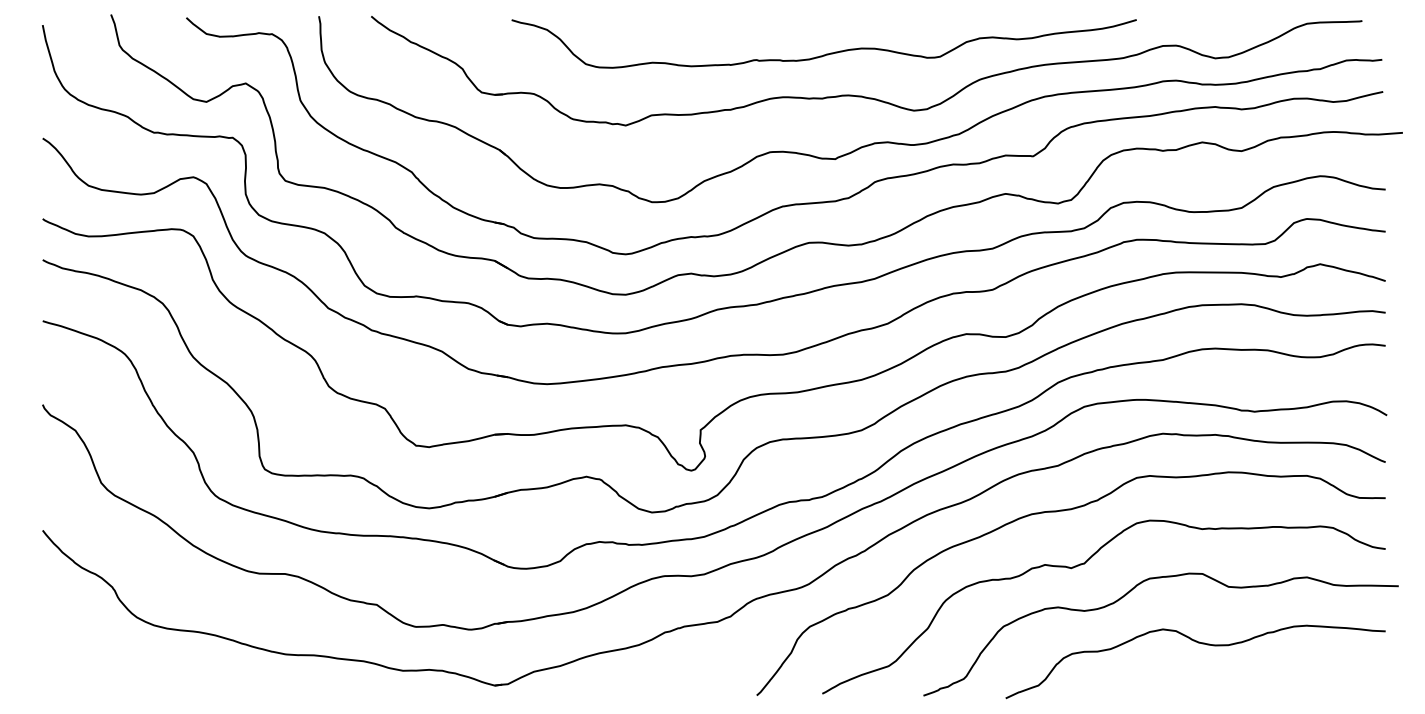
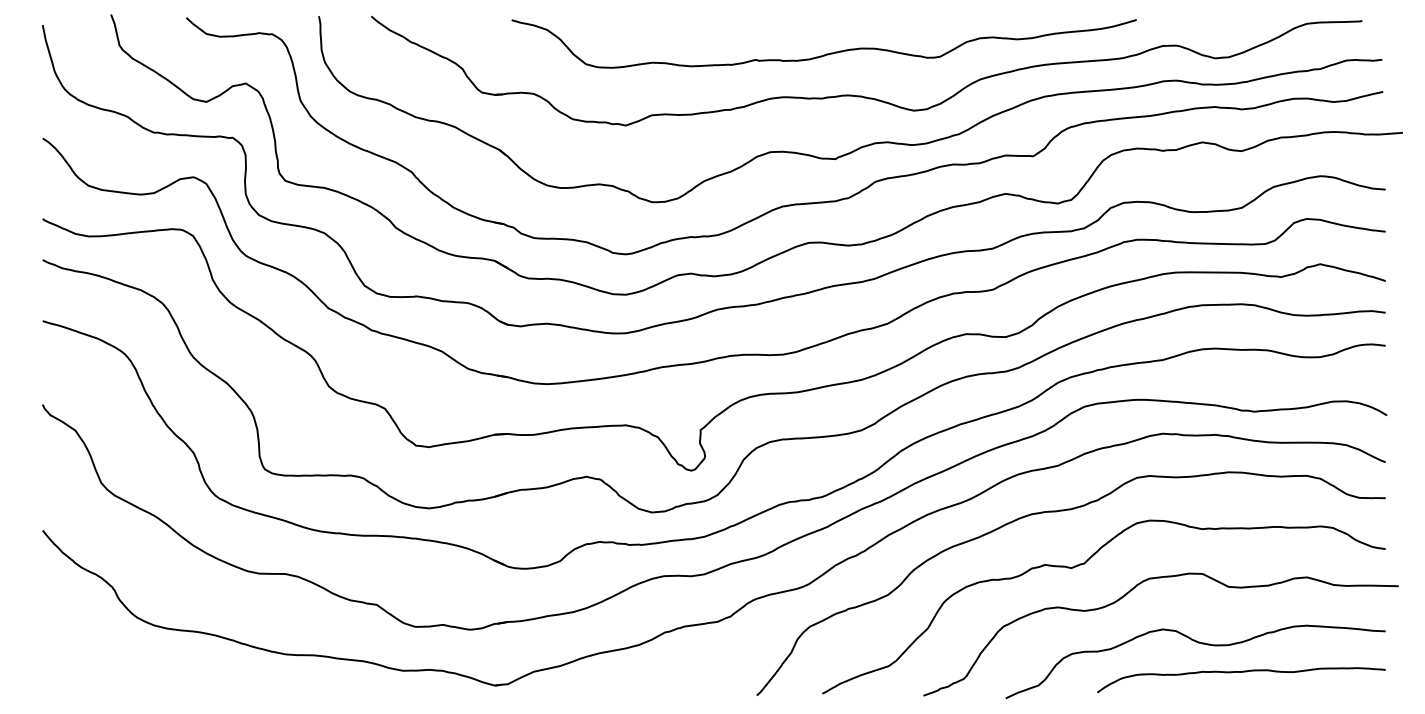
curve at (1241, 672): none -> present
